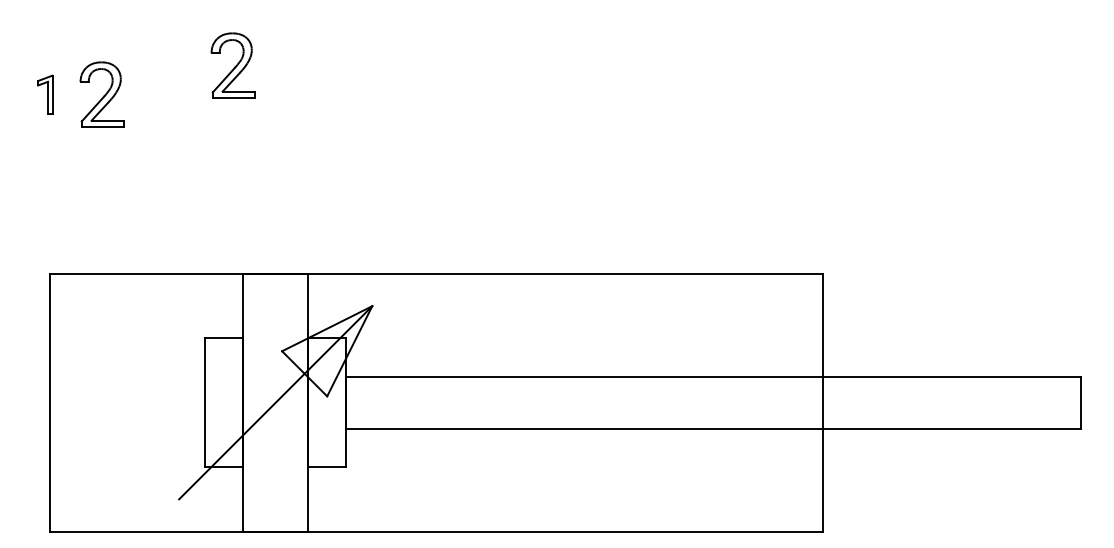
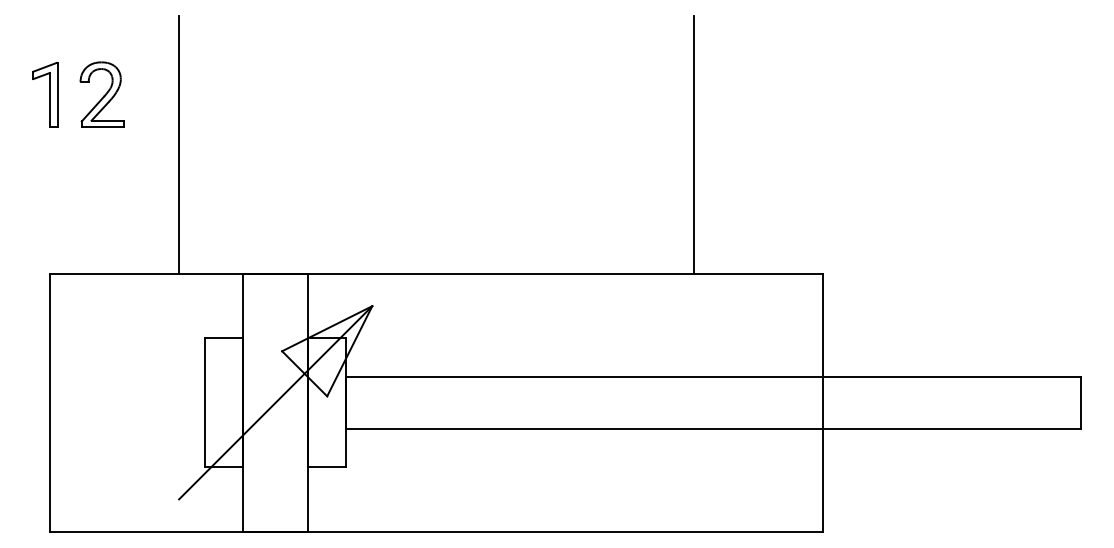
part at (232, 65): present -> none
part at (45, 94) size: 17x41 px -> 27x66 px
line at (179, 145): none -> present
line at (694, 145): none -> present
